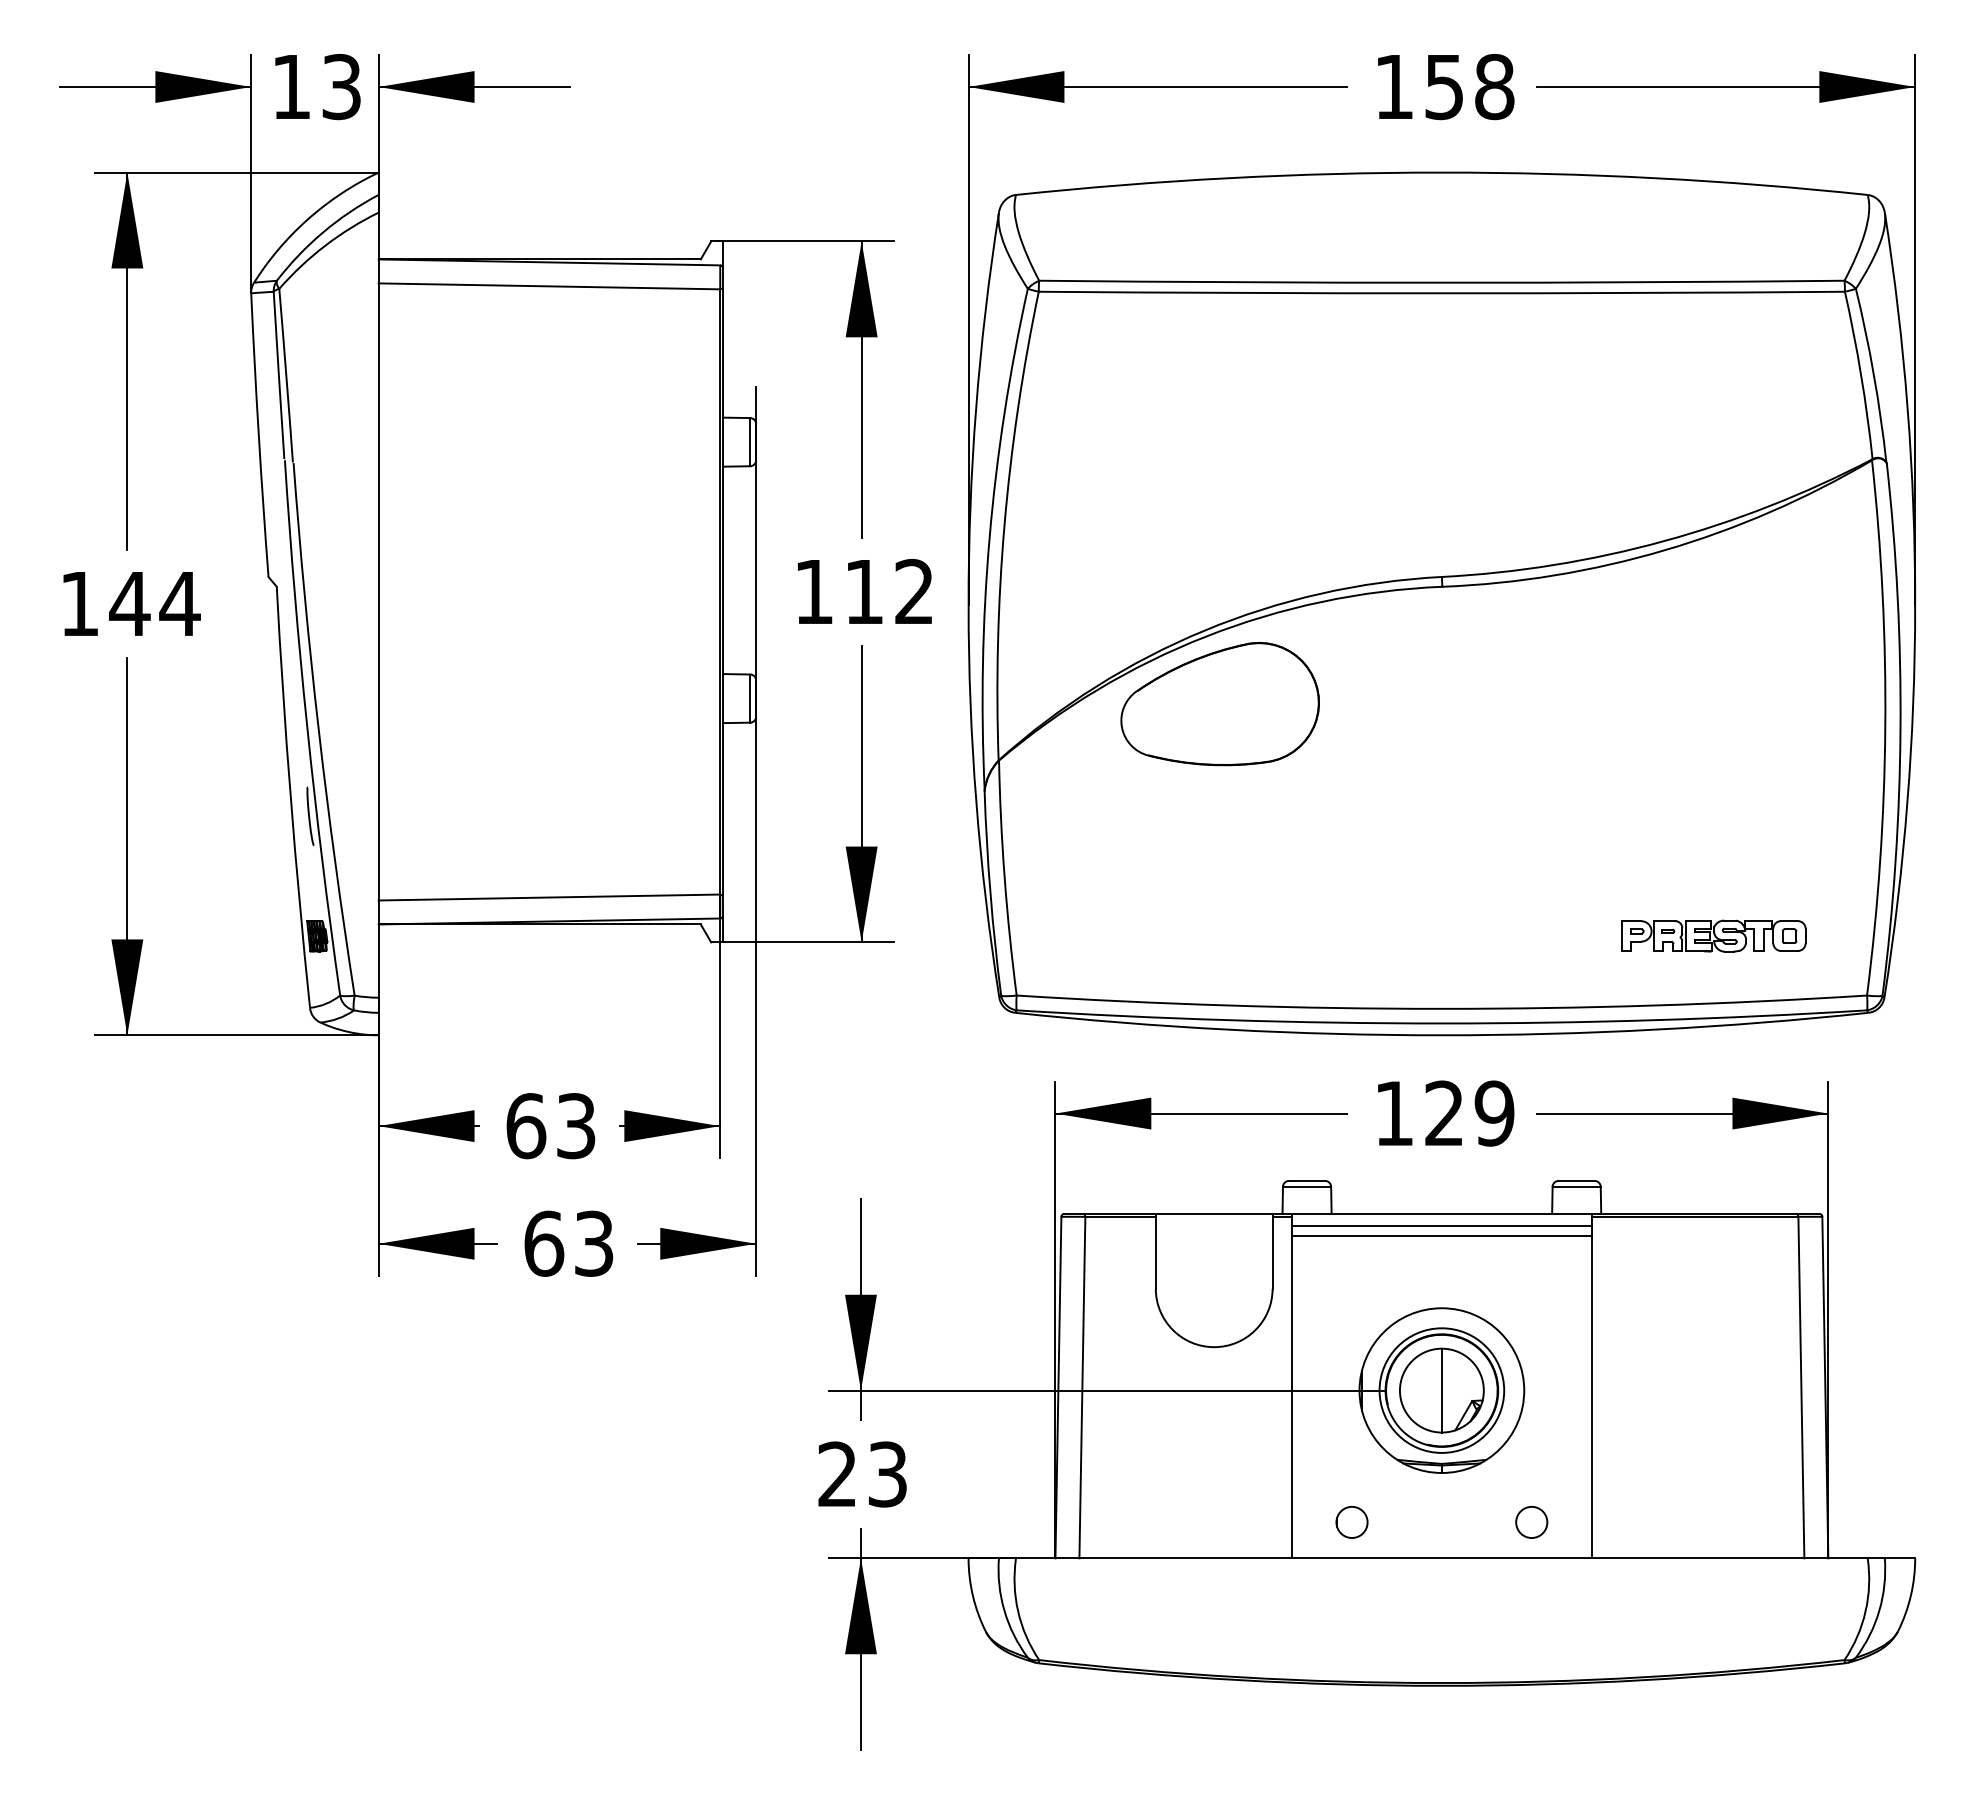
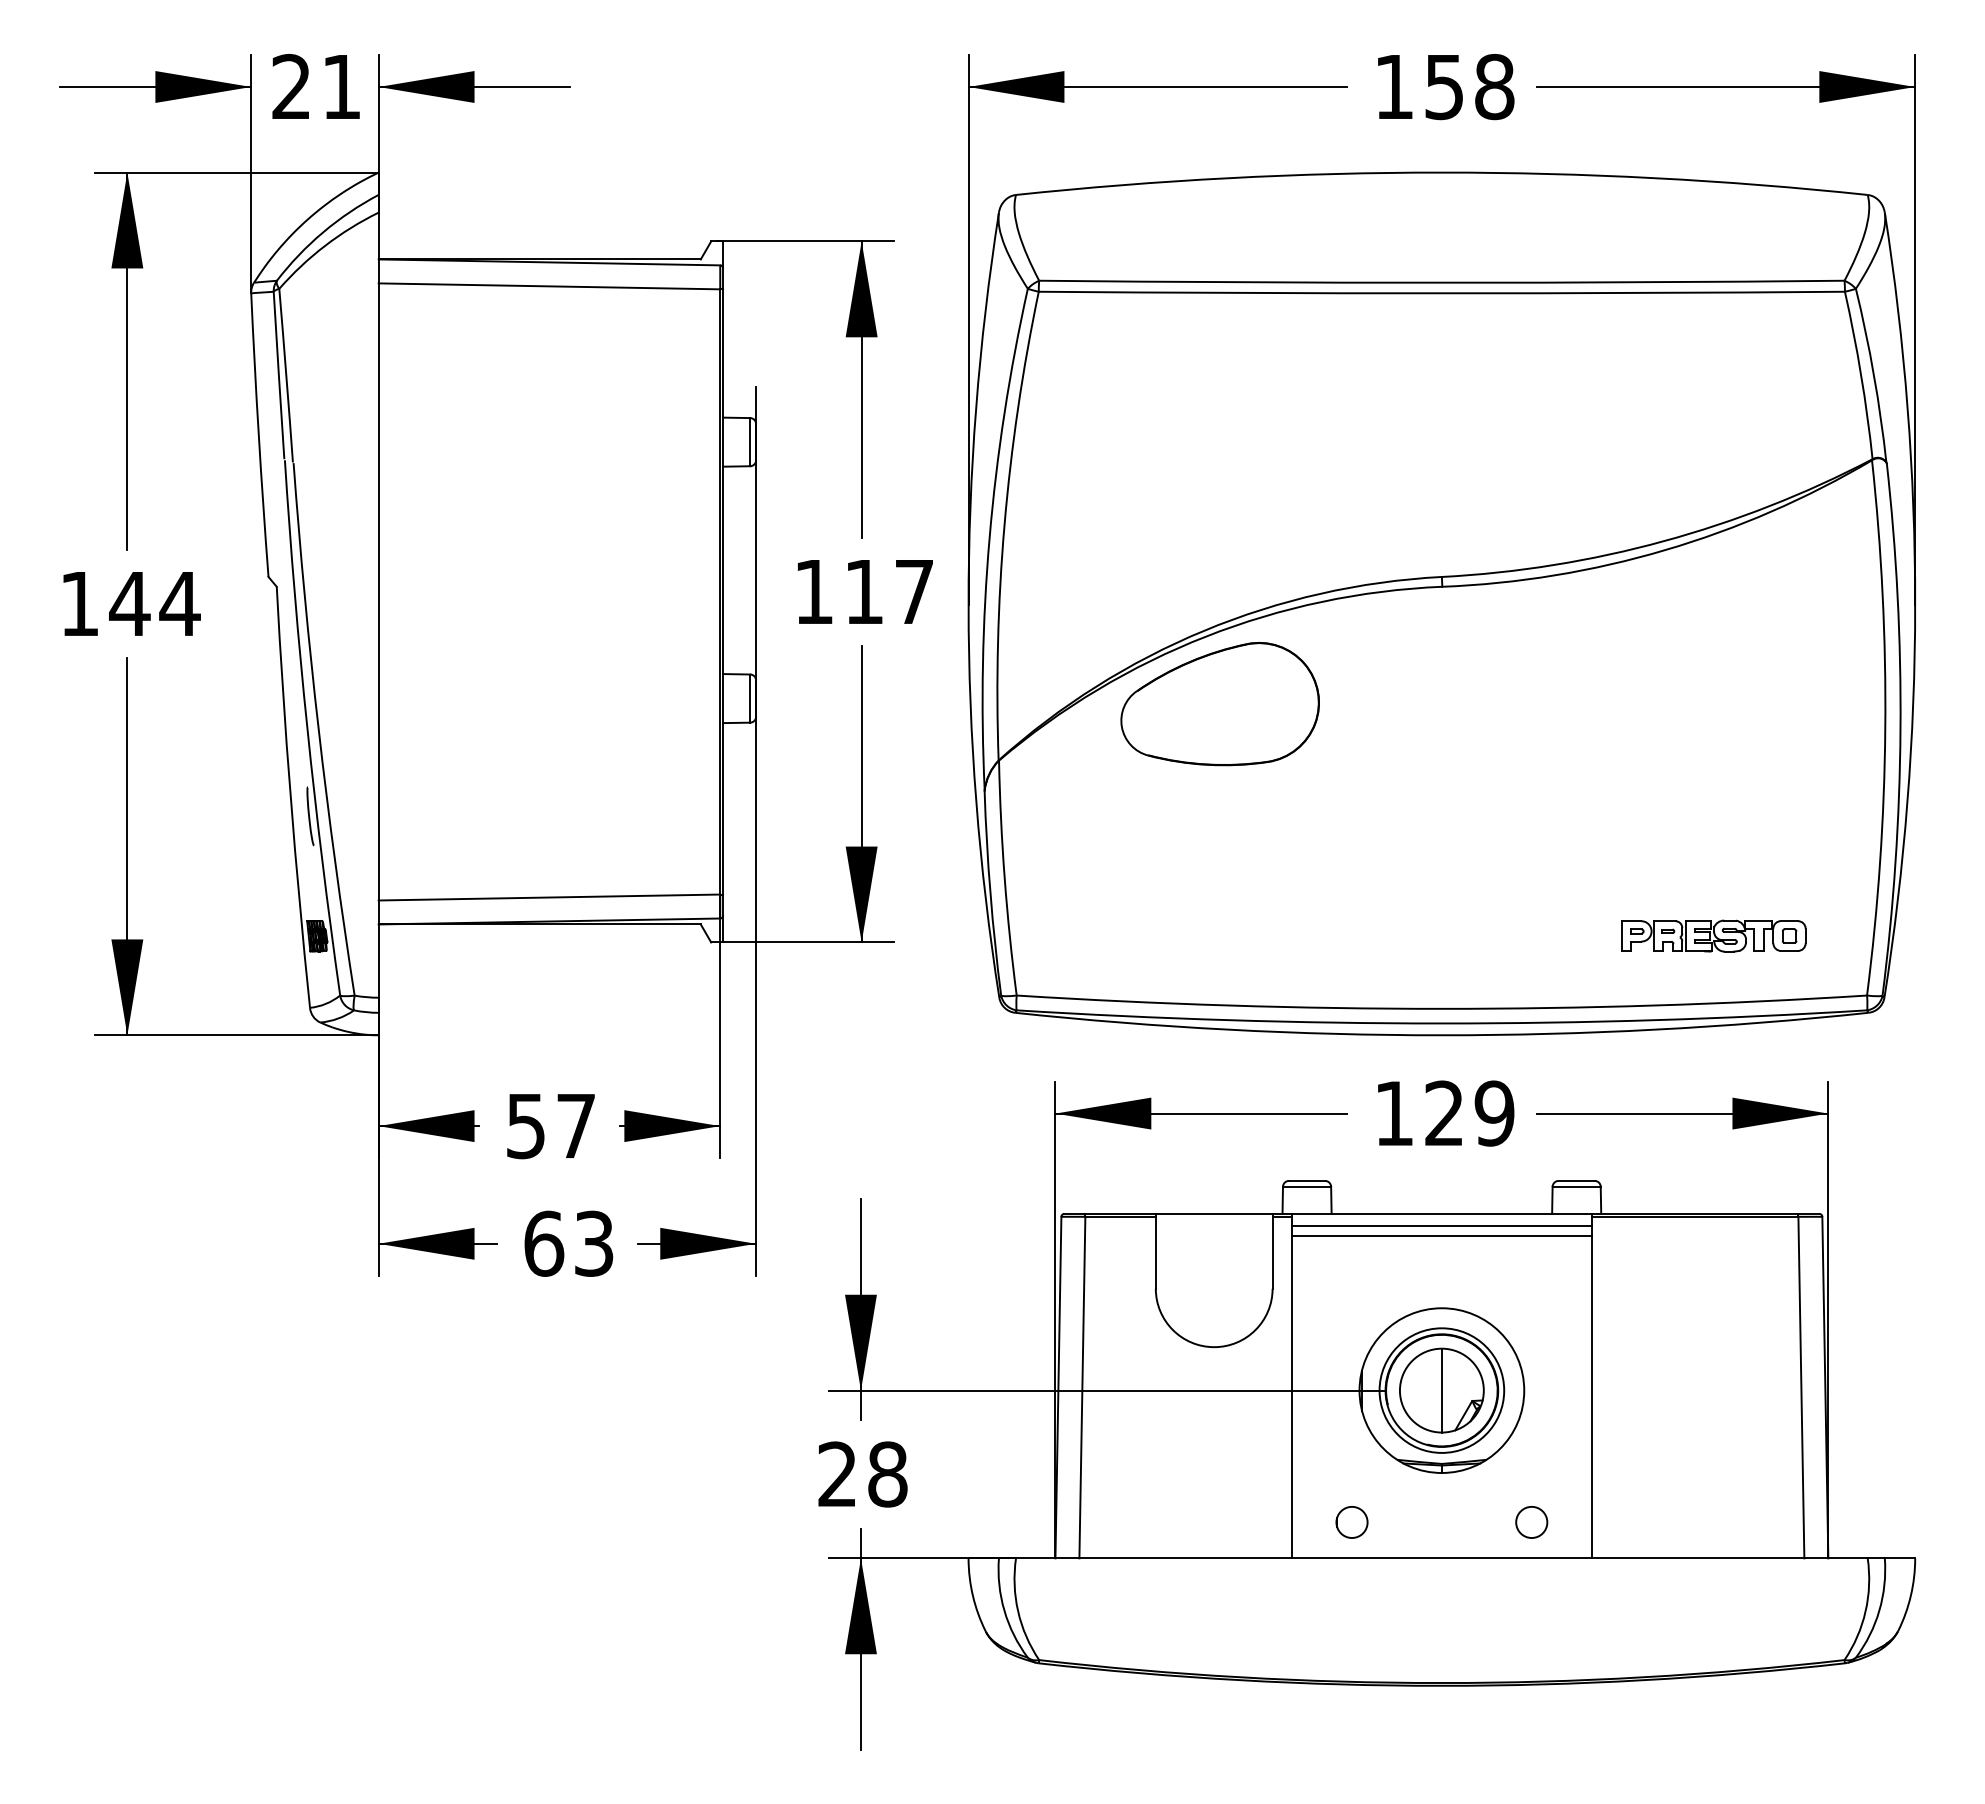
text at (316, 86): 13 -> 21
text at (913, 590): 112 -> 117
text at (550, 1126): 63 -> 57
text at (887, 1474): 23 -> 28
